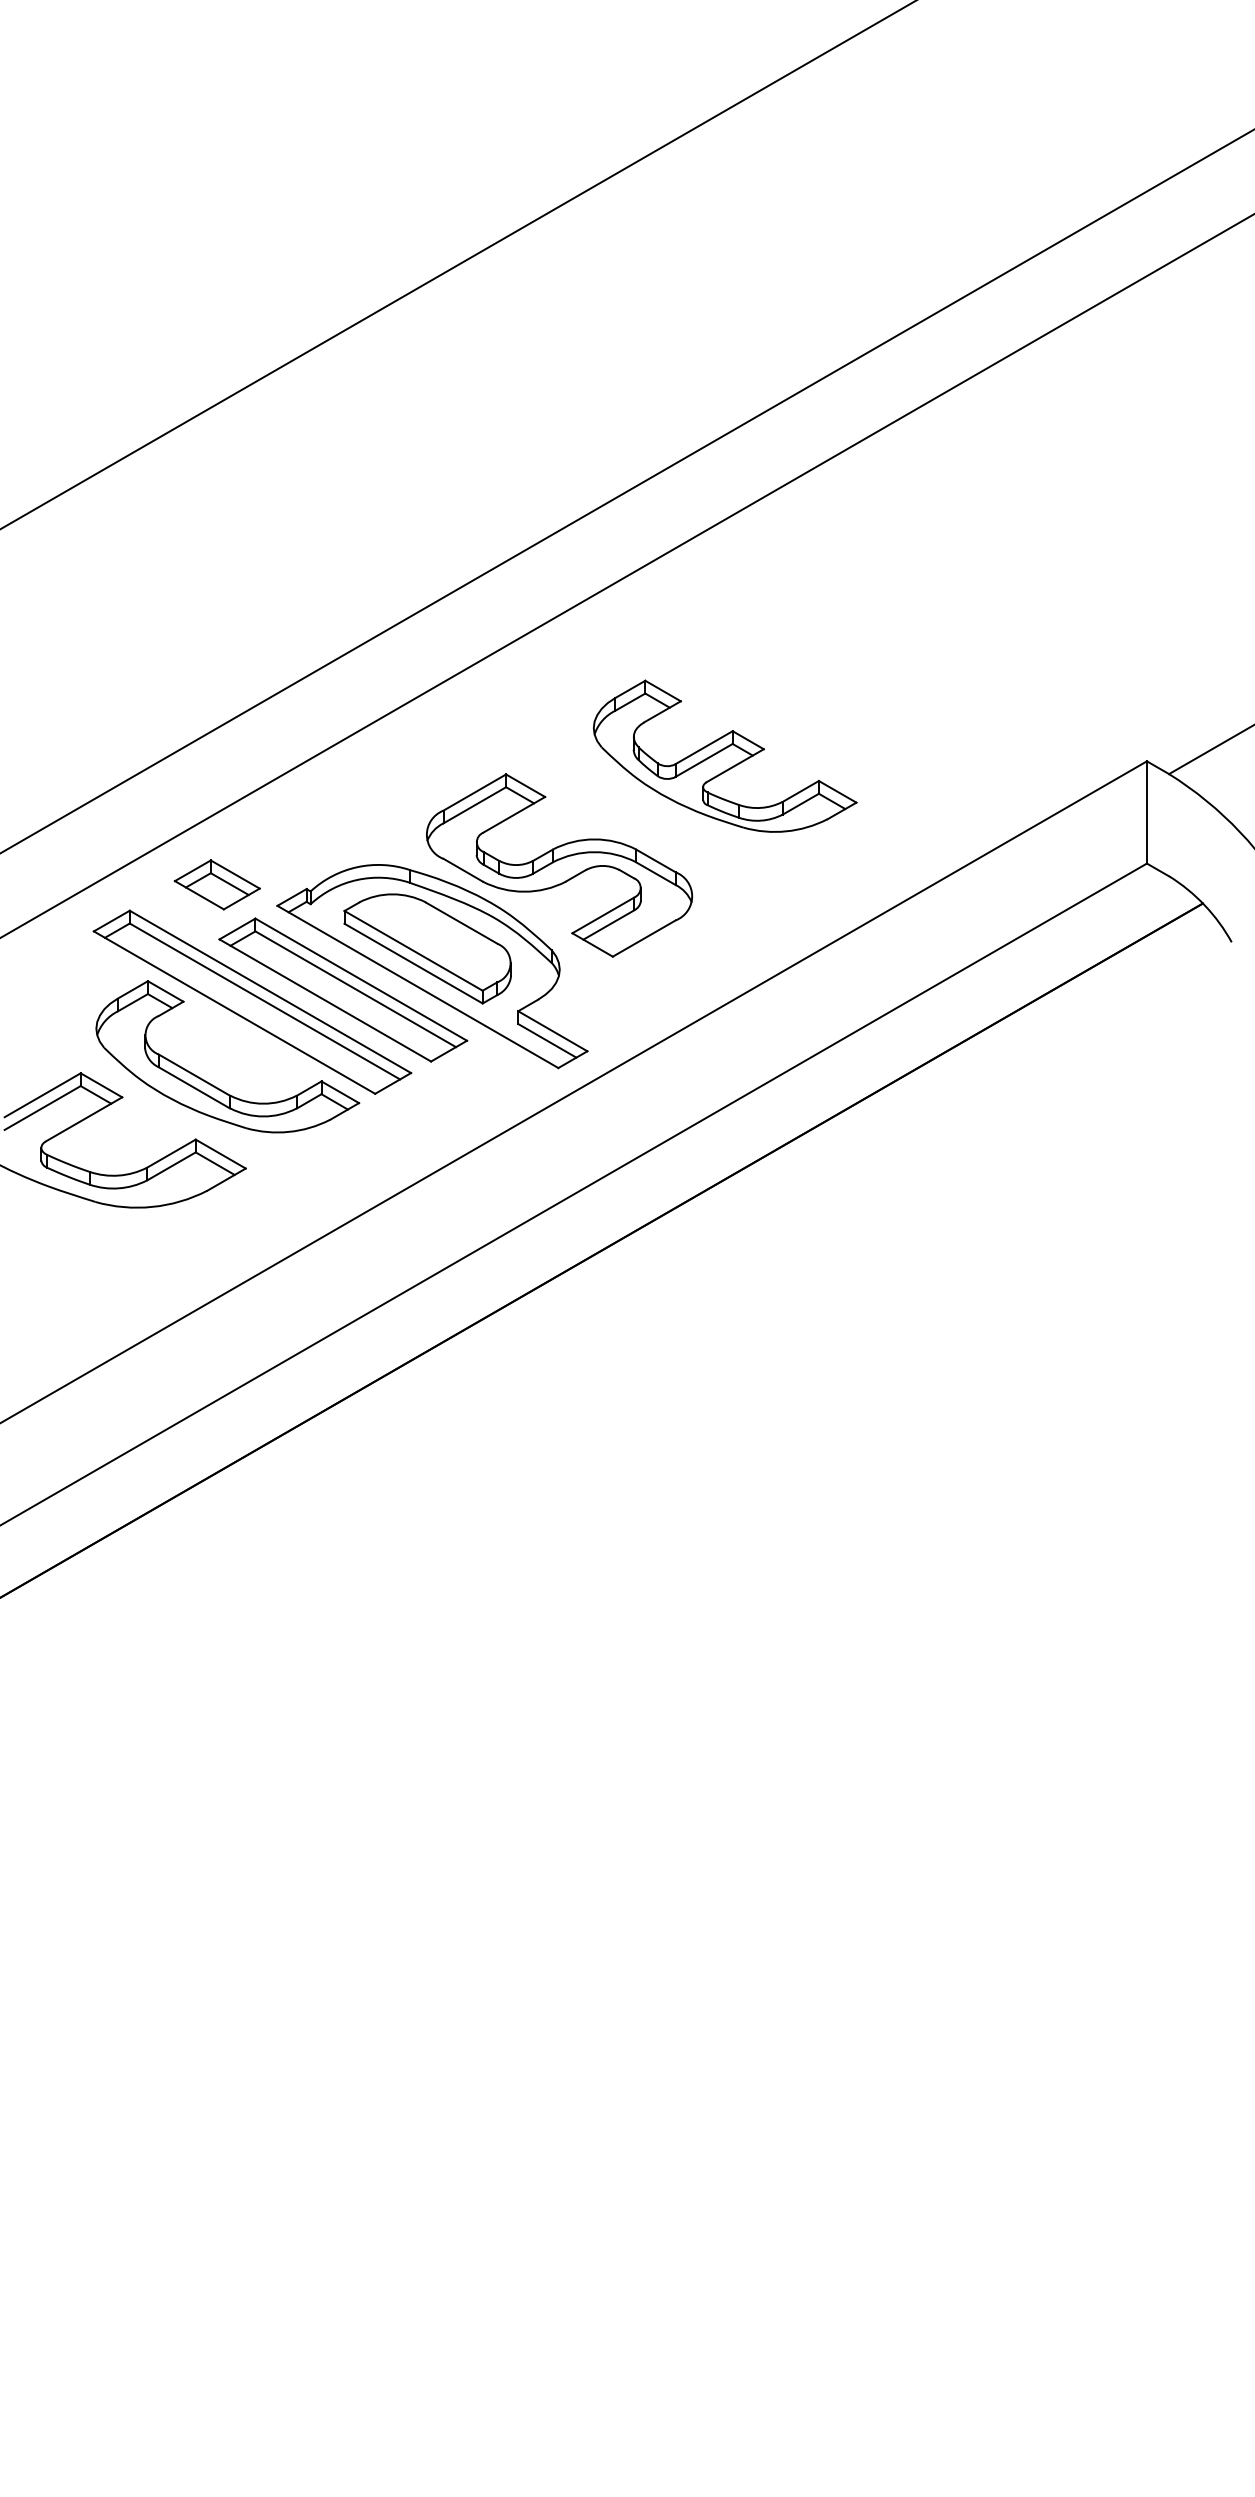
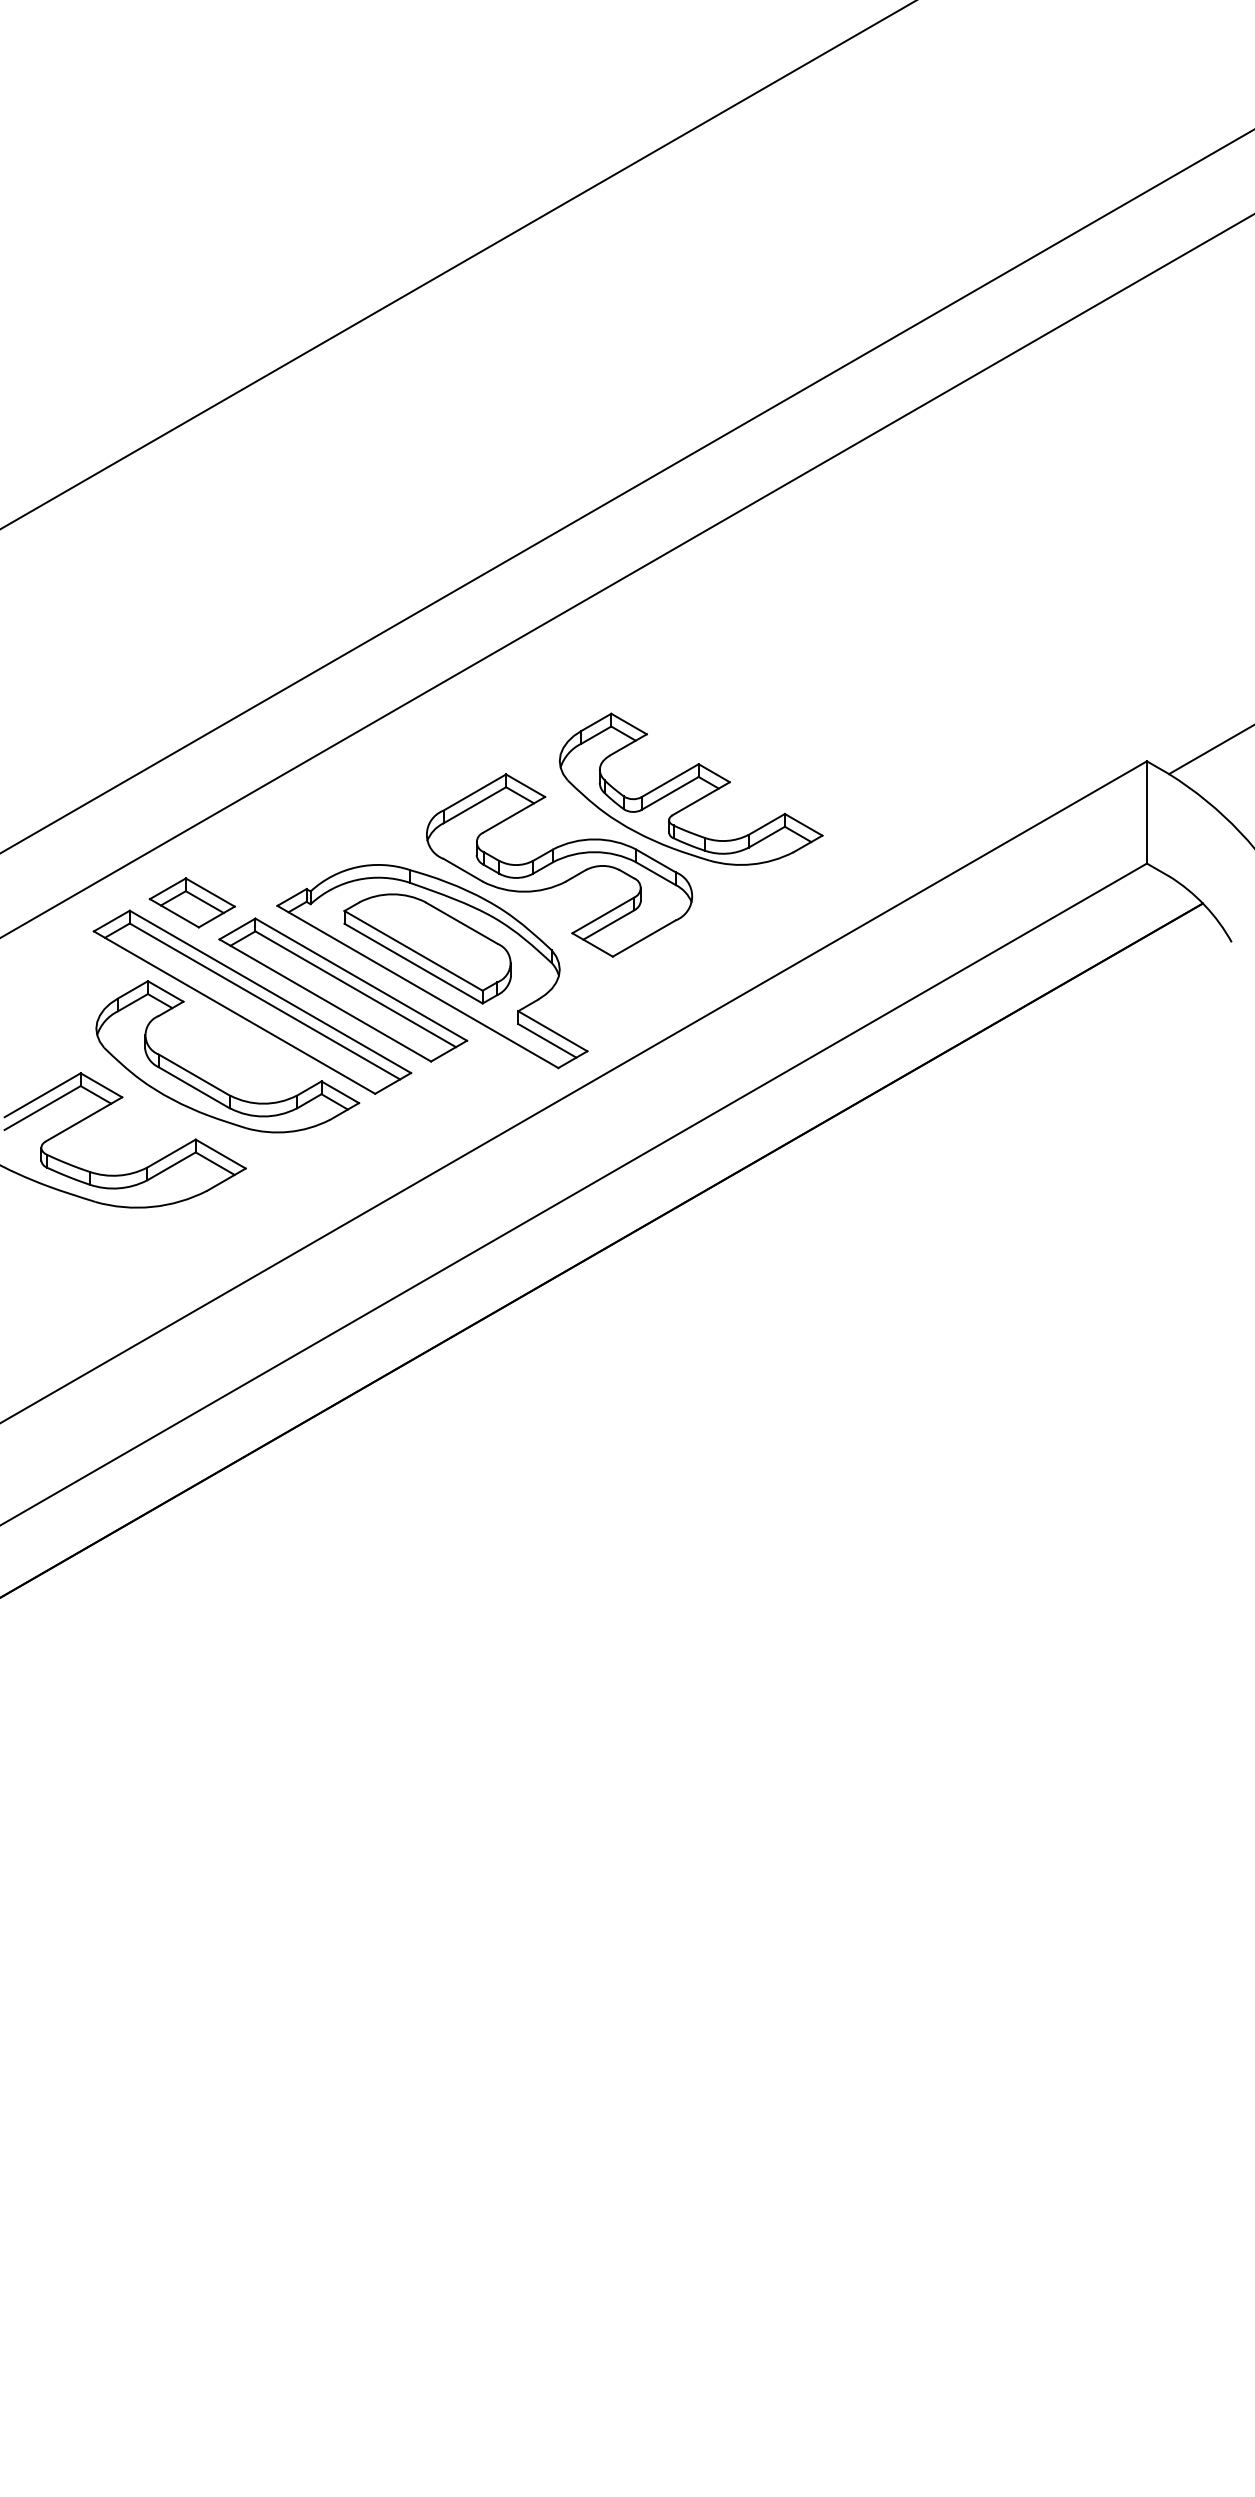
part at (724, 755) position: (724, 755) -> (690, 788)
part at (216, 884) position: (216, 884) -> (191, 902)
